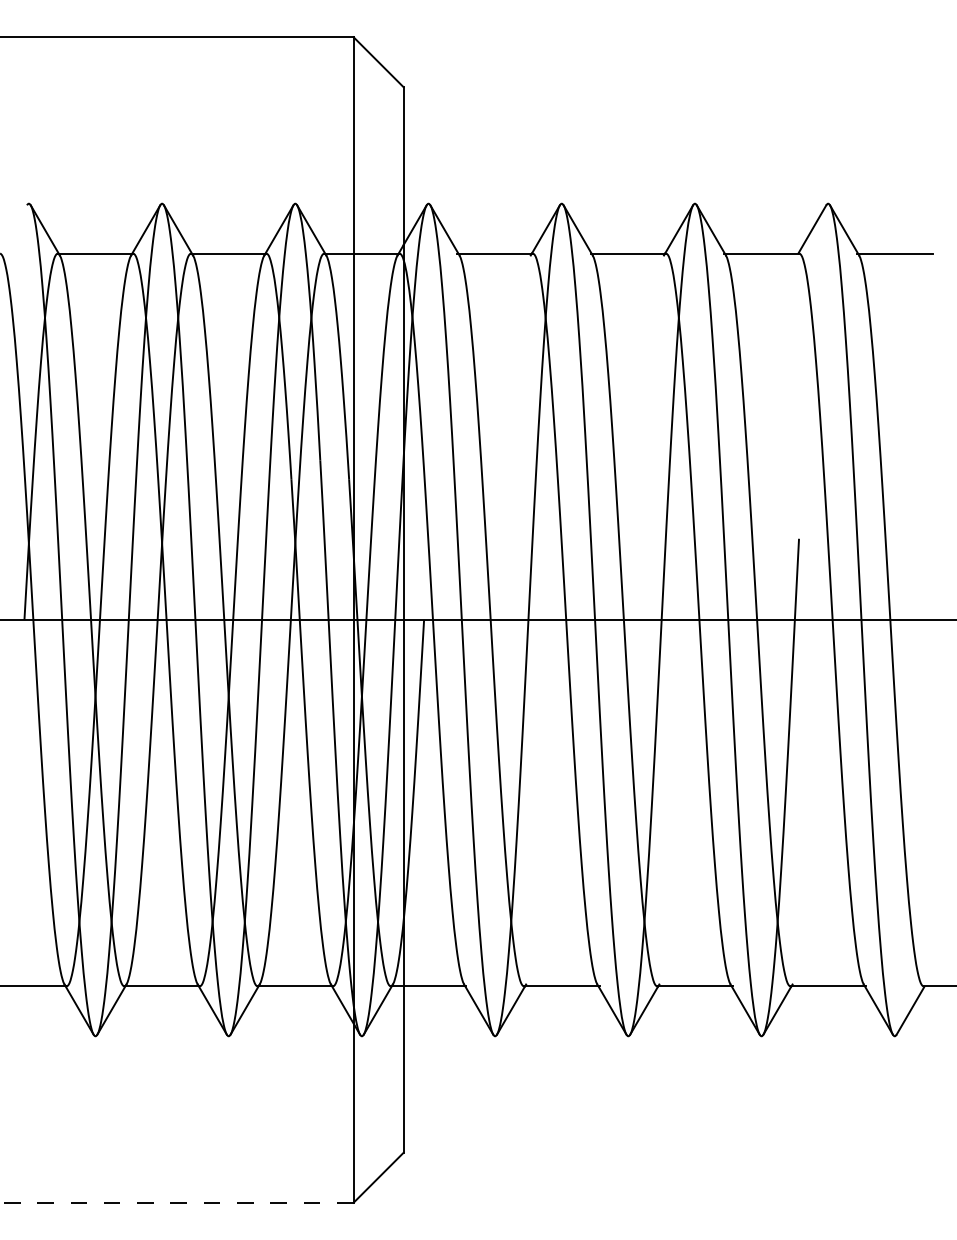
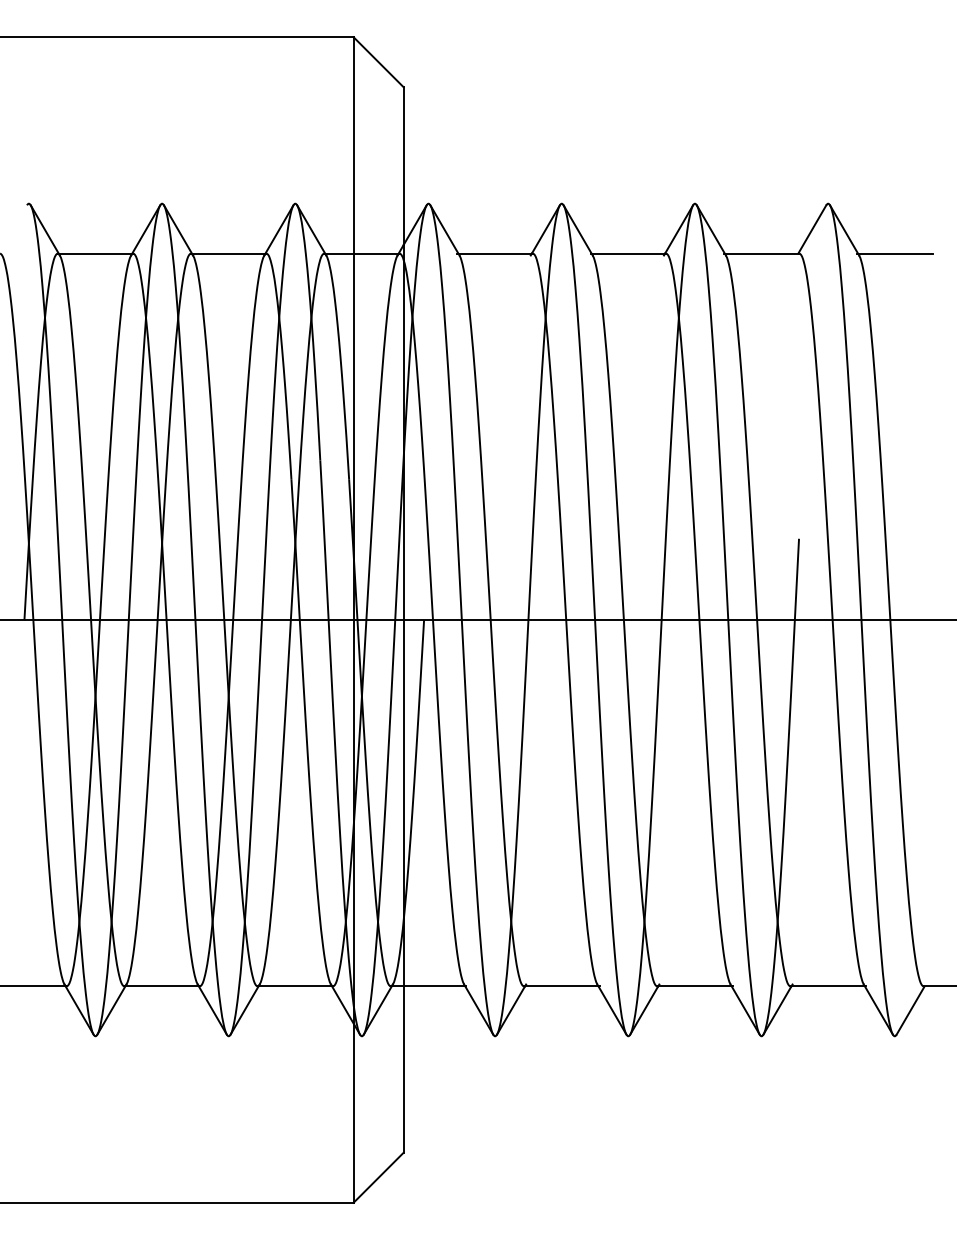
line at (176, 1202): dashed -> solid
